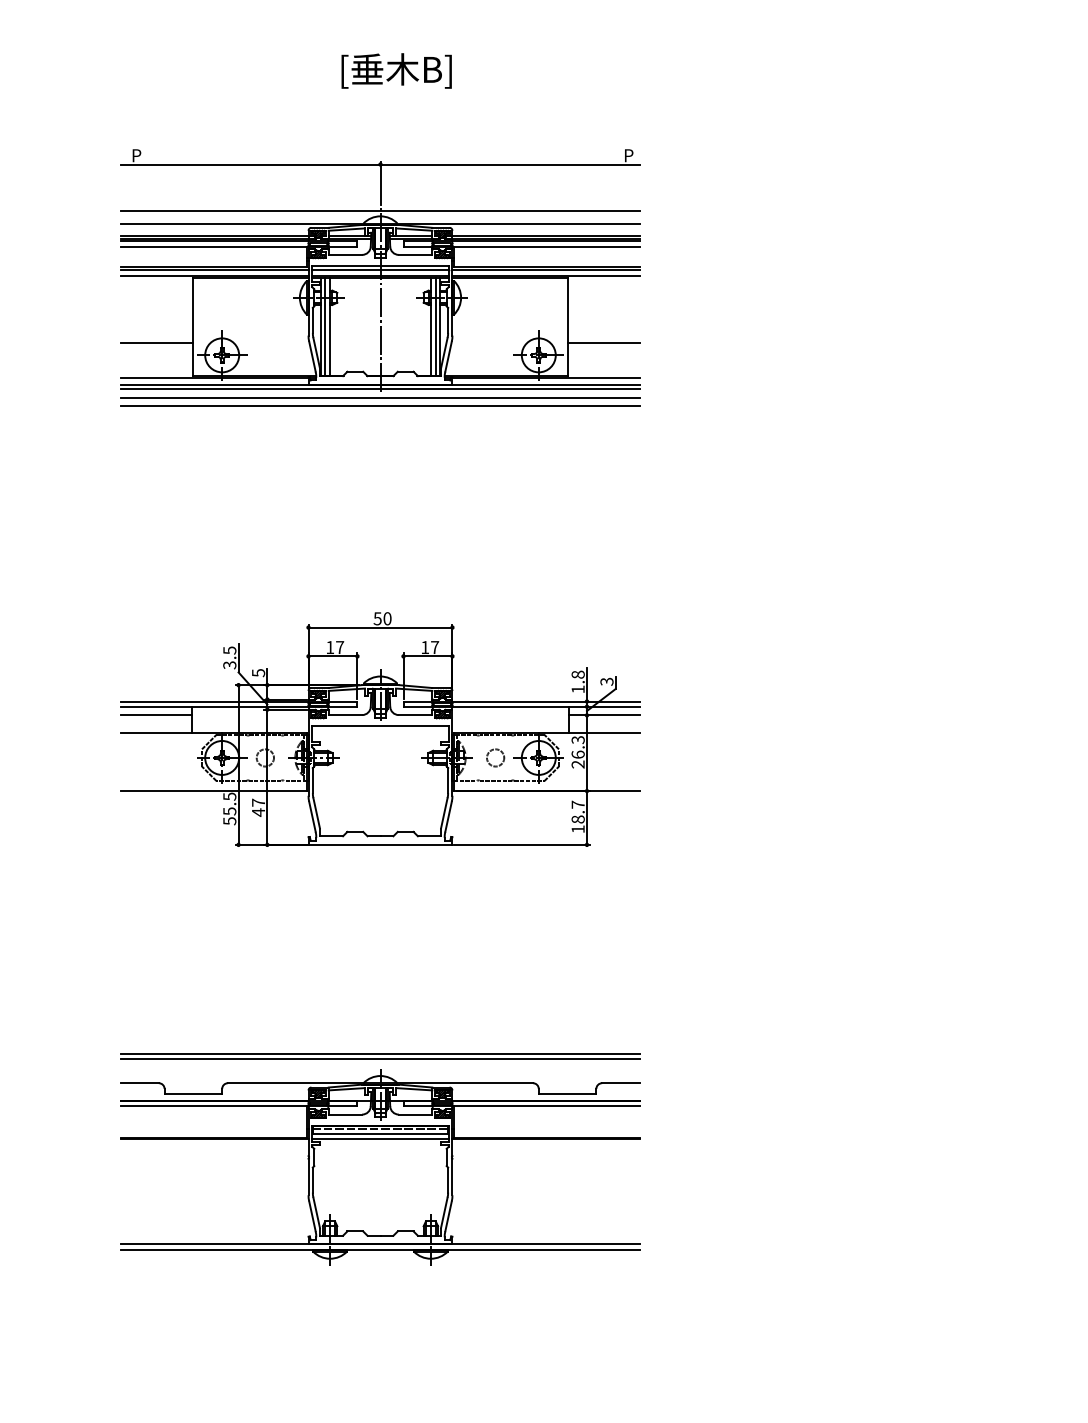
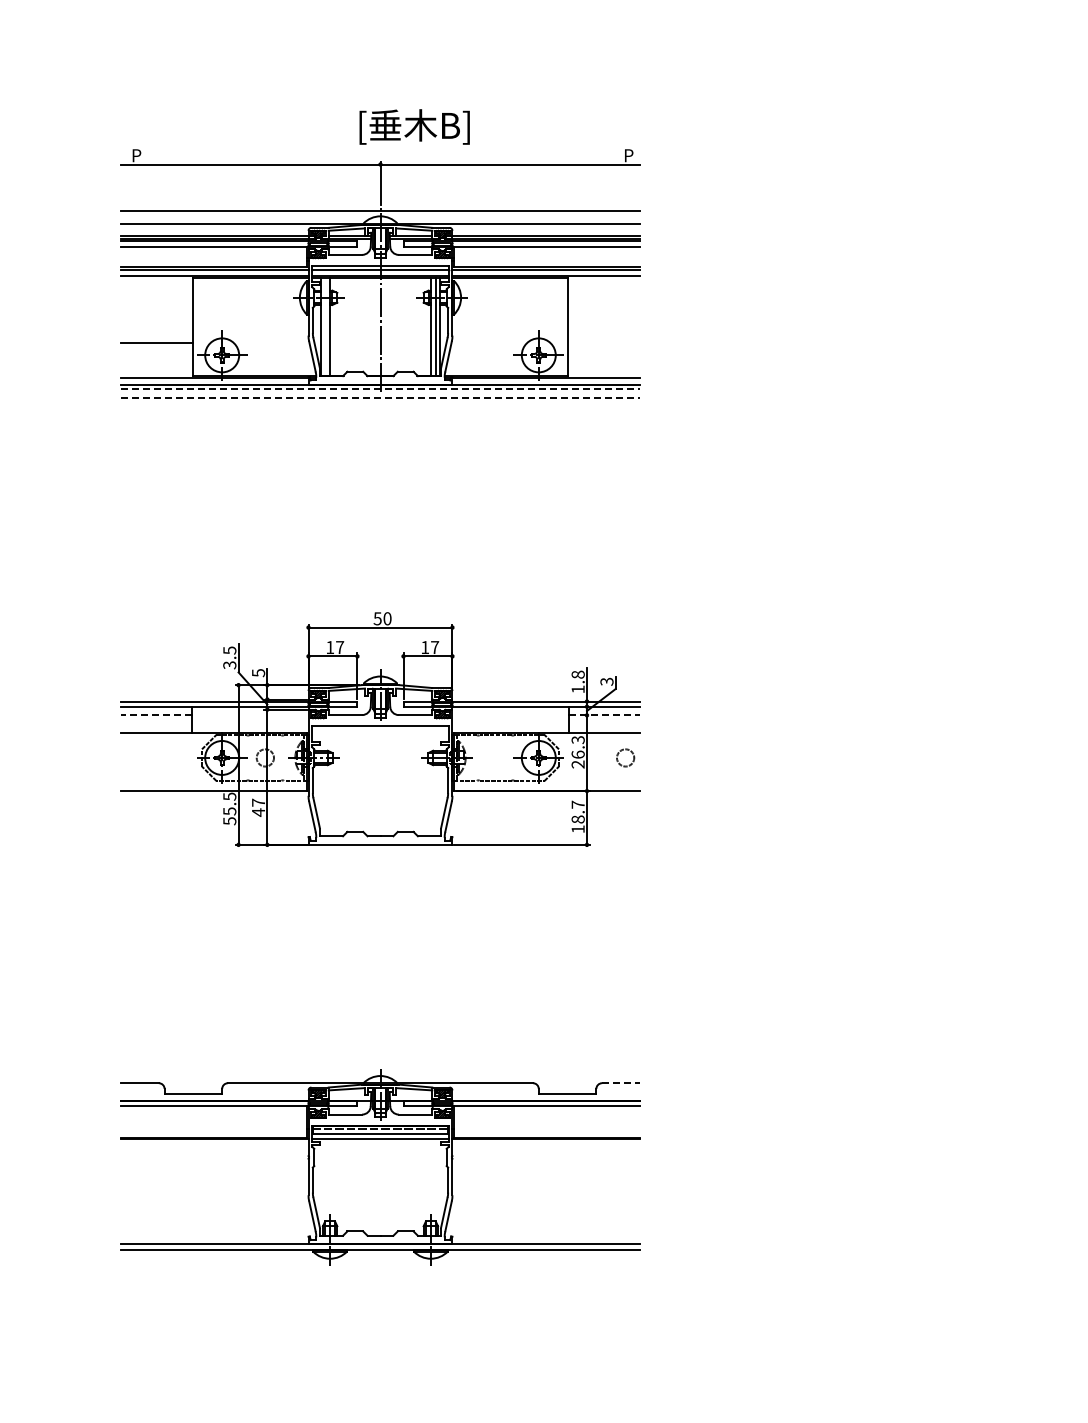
text at (396, 70) position: (396, 70) -> (414, 126)
line at (324, 326): present -> none
line at (603, 343): present -> none
line at (380, 389): solid -> dashed
line at (380, 398): solid -> dashed
line at (380, 406): present -> none
line at (156, 715): solid -> dashed
line at (604, 715): solid -> dashed
circle at (495, 757) position: (495, 757) -> (625, 757)
part at (380, 1056): present -> none
line at (620, 1083): solid -> dashed
